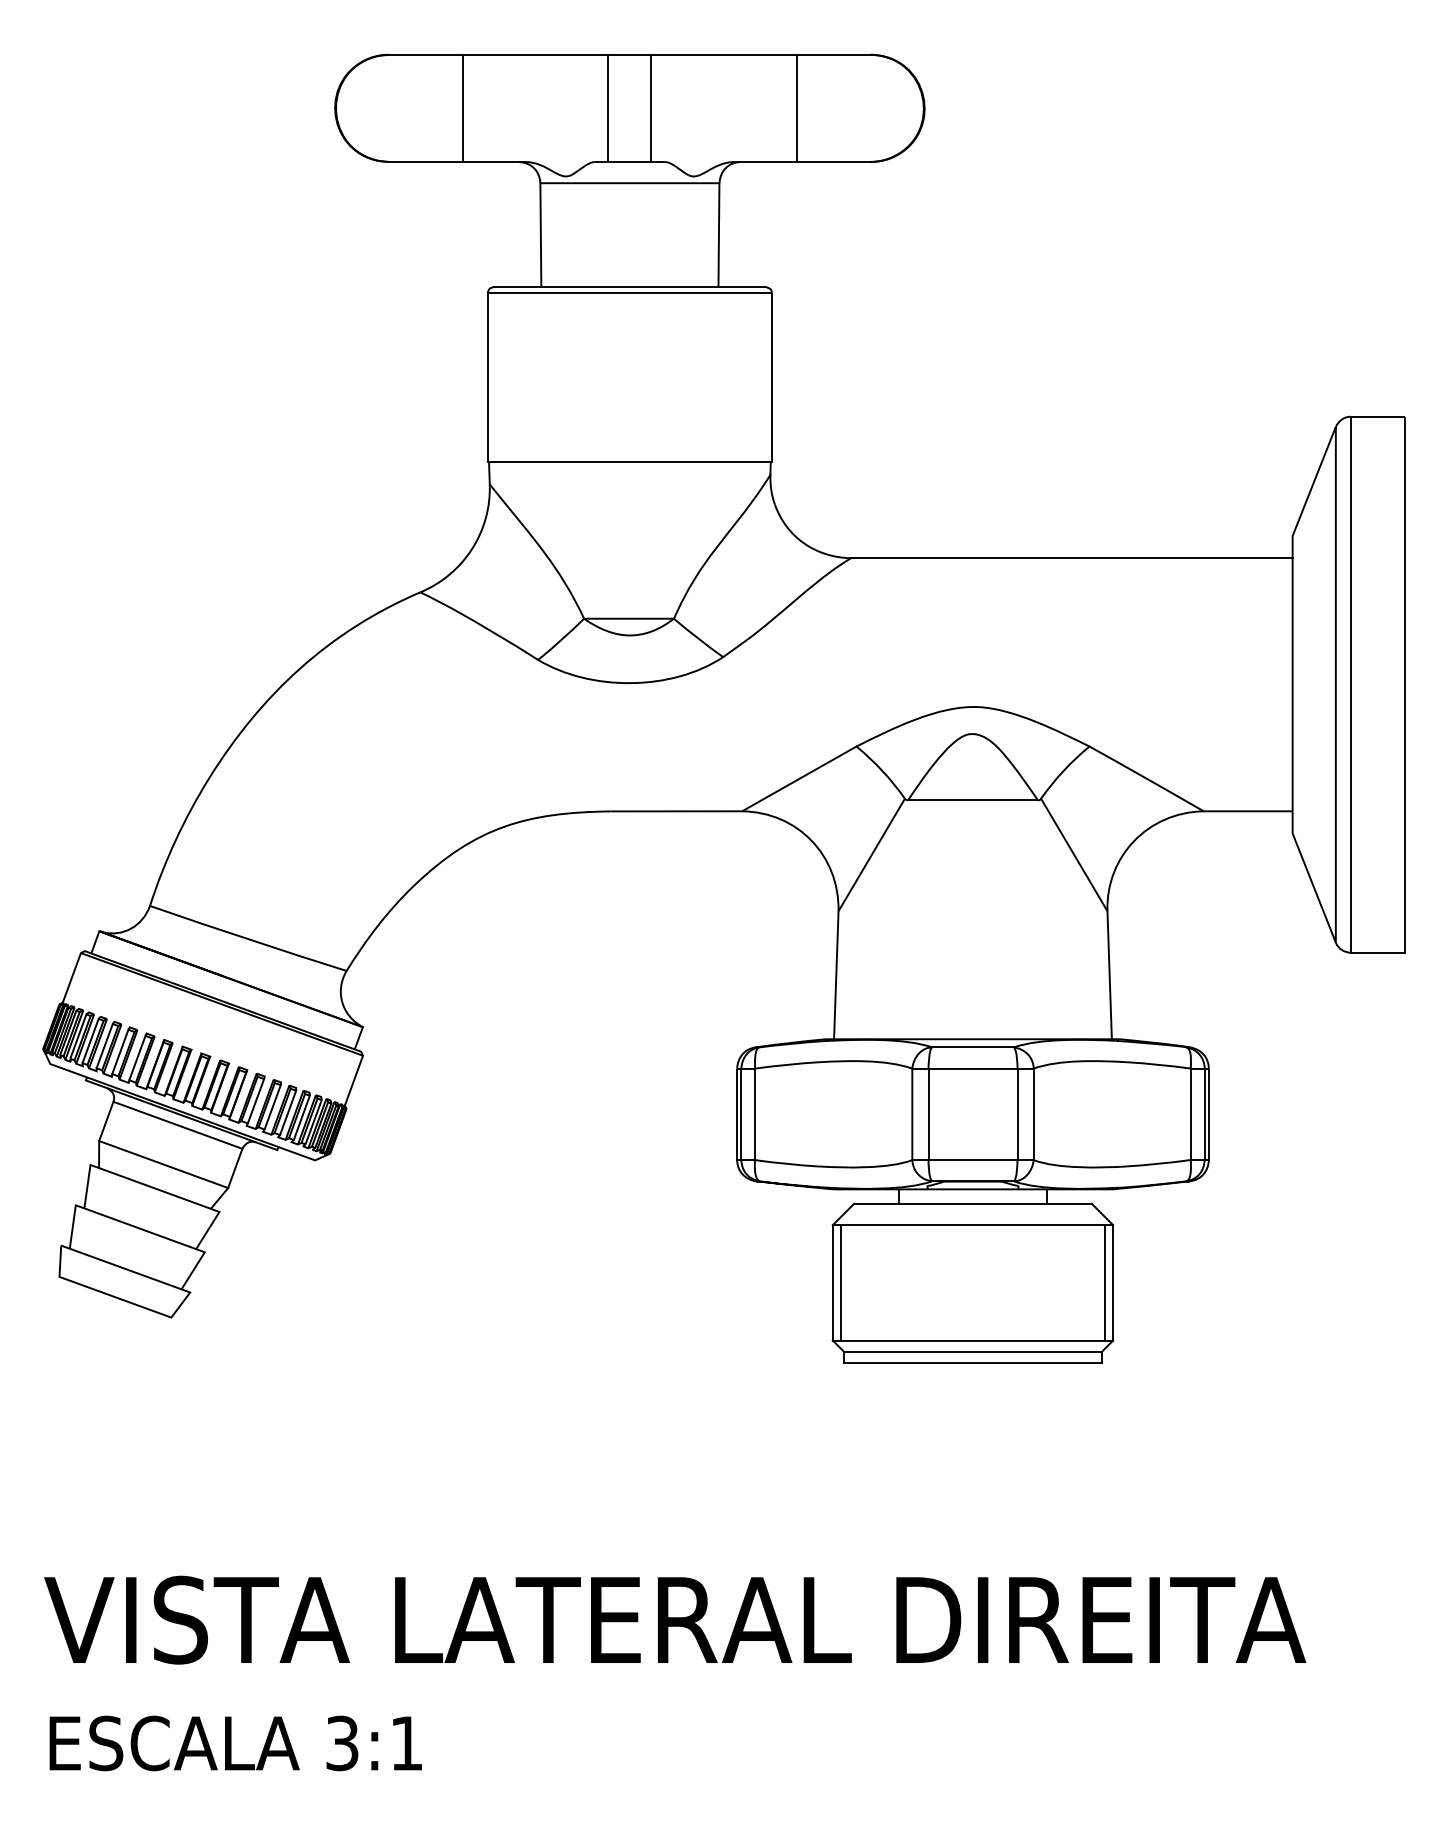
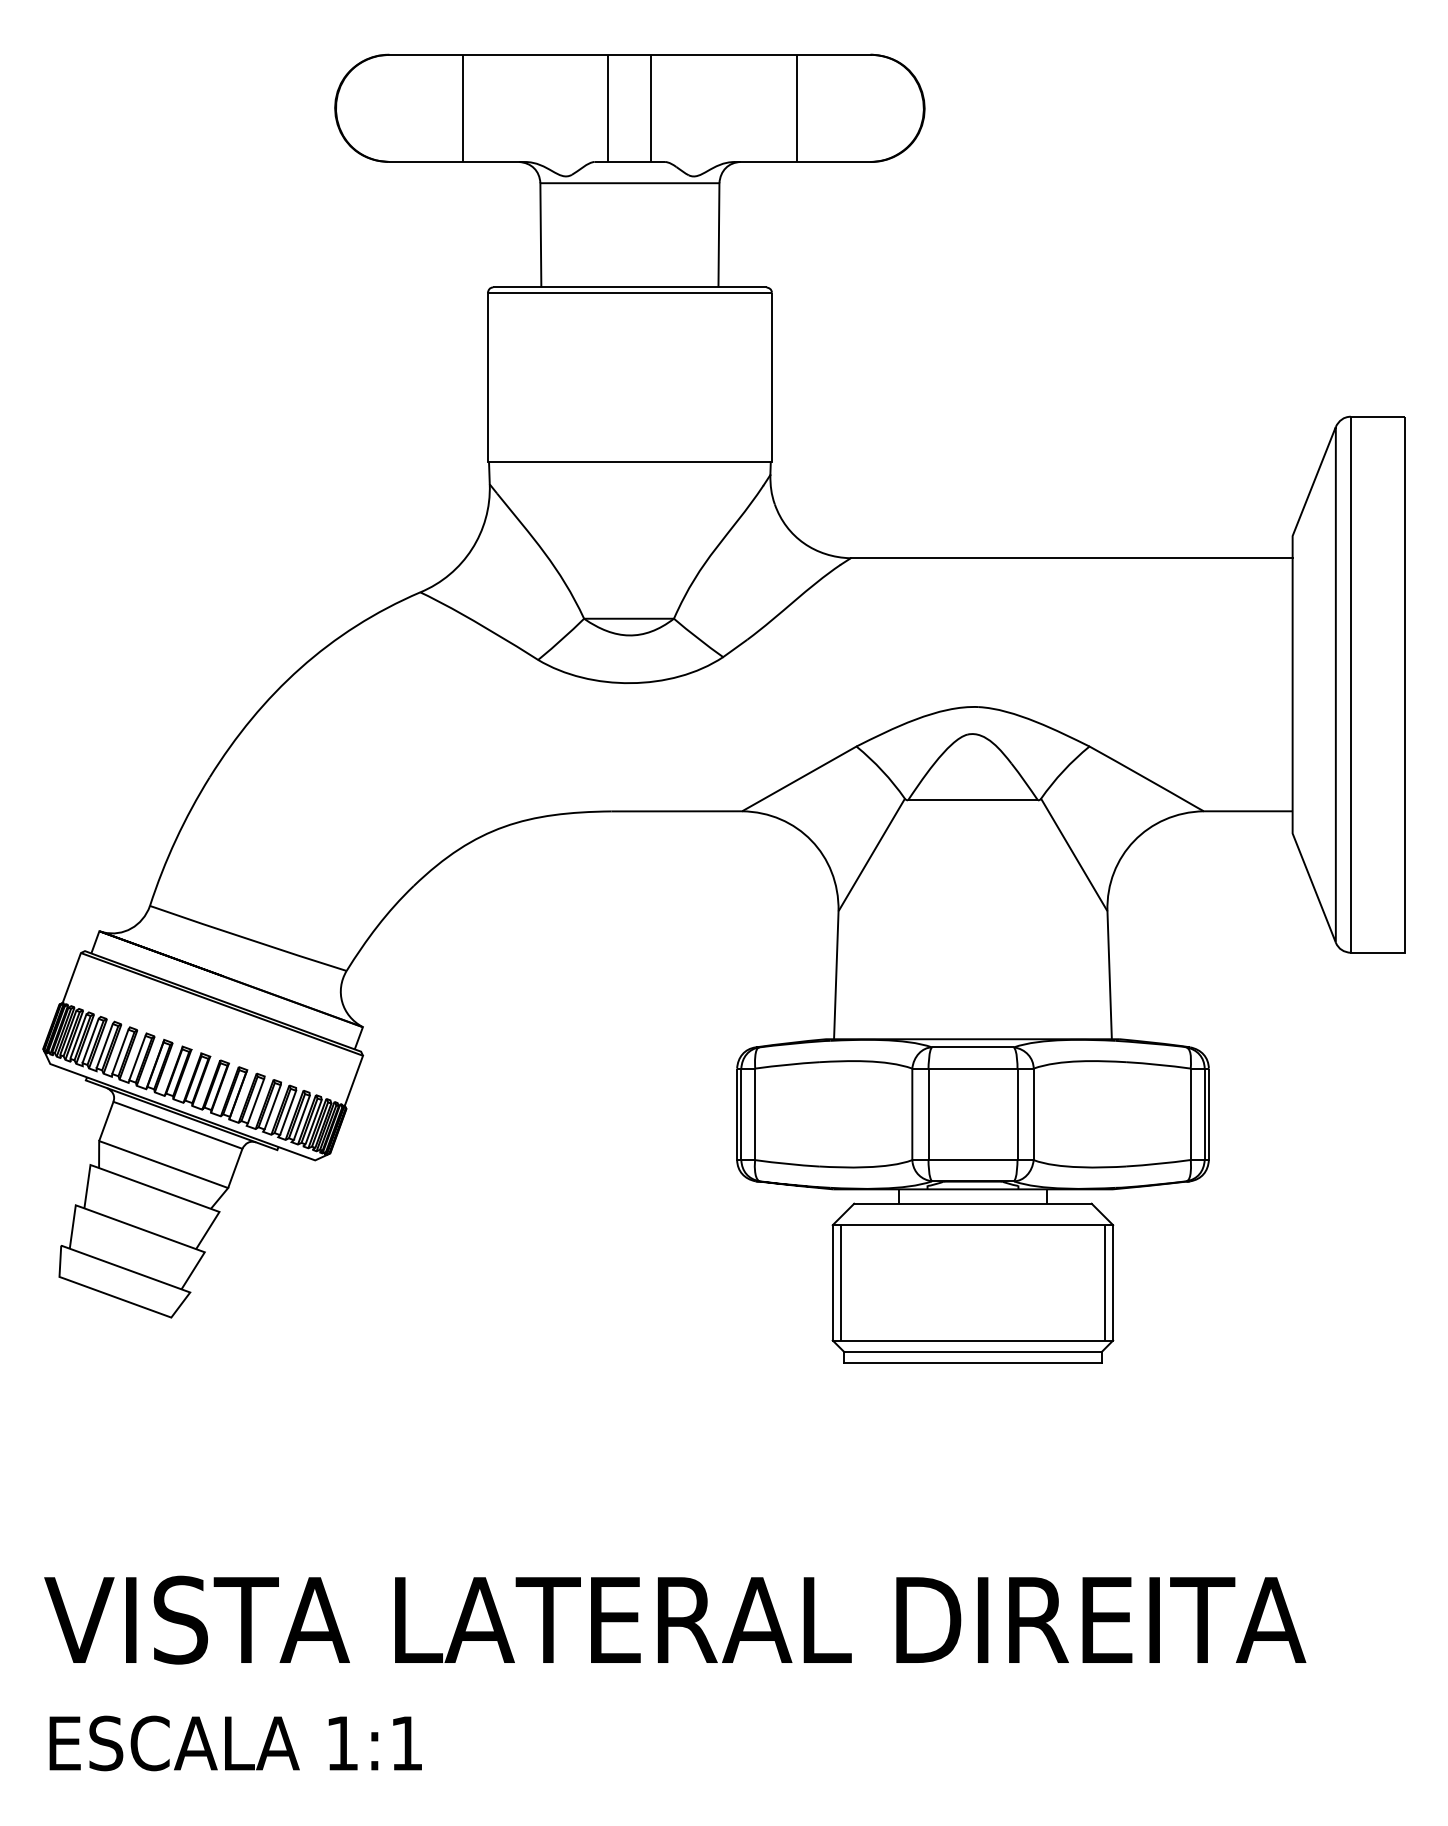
text at (342, 1743): 3:1 -> 1:1
